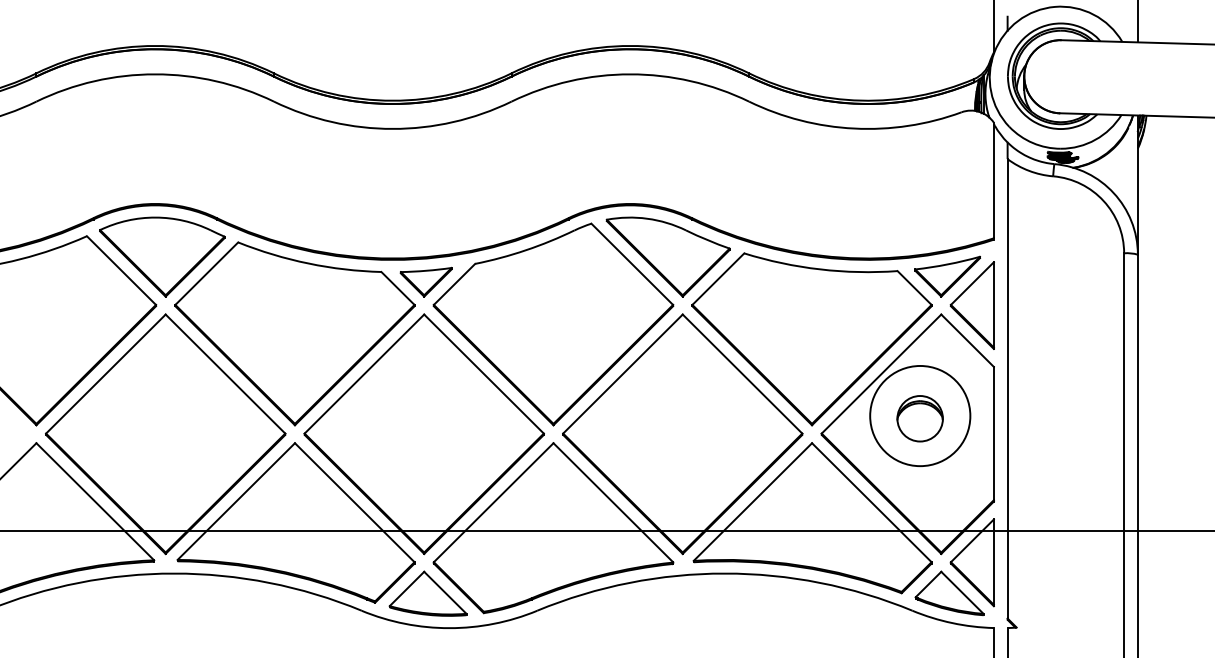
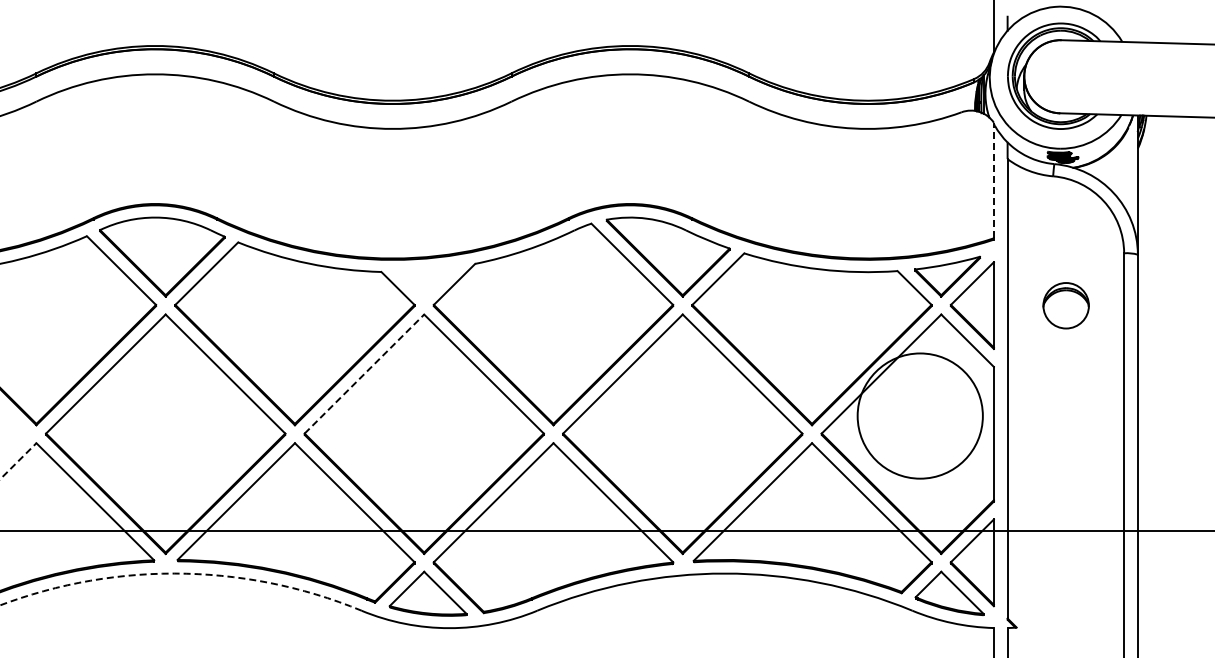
line at (1137, 22): present -> none
line at (993, 180): solid -> dashed
part at (425, 281): present -> none
line at (364, 373): solid -> dashed
circle at (920, 415) diameter: 100 px -> 125 px
part at (919, 418) position: (919, 418) -> (1065, 305)
line at (18, 460): solid -> dashed
arc at (182, 573): solid -> dashed
